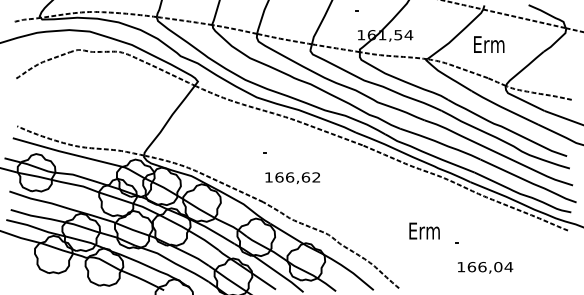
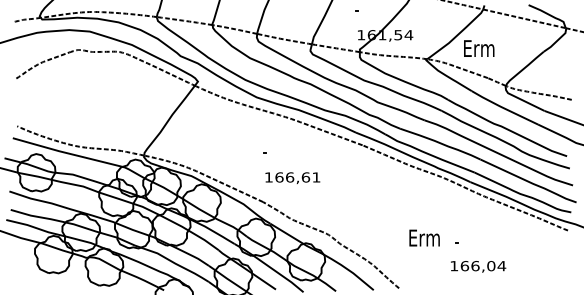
text at (489, 44) position: (489, 44) -> (479, 48)
text at (315, 177): 166,62 -> 166,61
text at (424, 230) position: (424, 230) -> (424, 237)
text at (485, 267) position: (485, 267) -> (478, 266)
